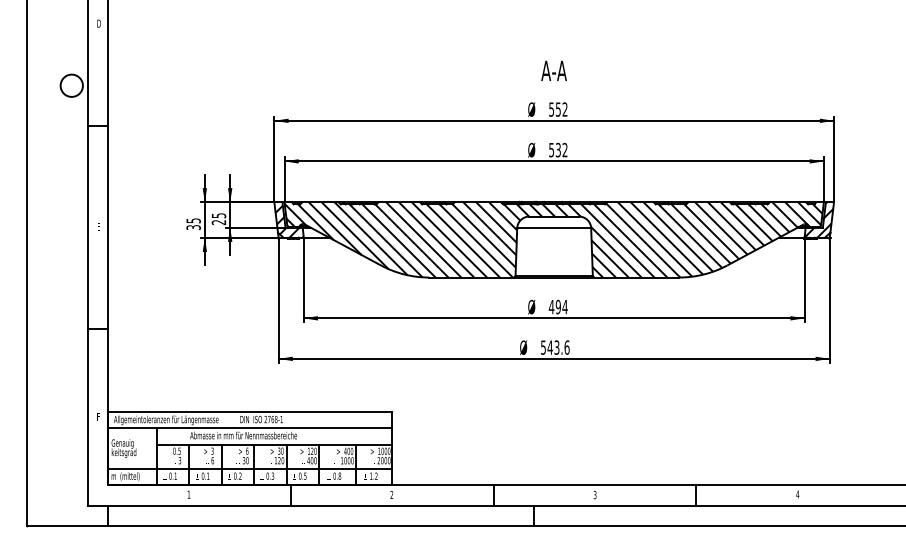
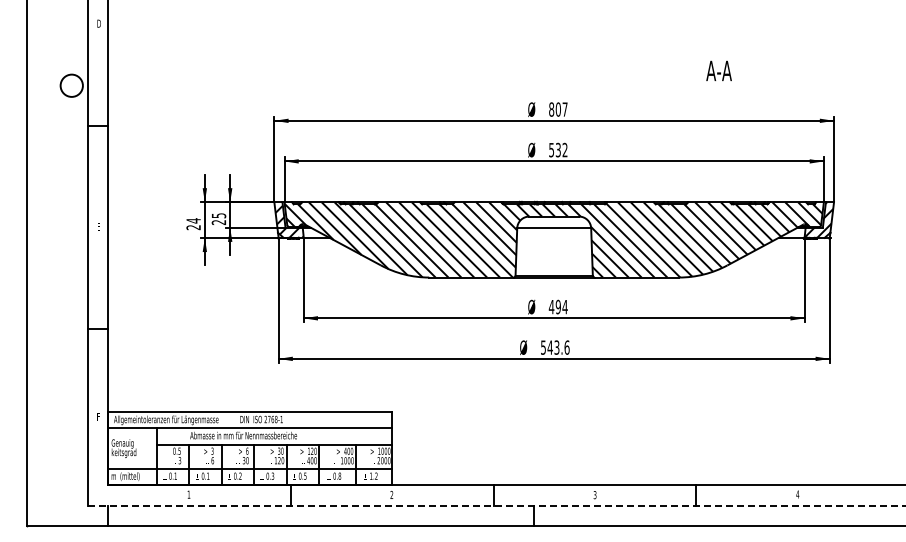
text at (553, 70) position: (553, 70) -> (718, 70)
text at (558, 109): 552 -> 807
text at (193, 224): 35 -> 24
line at (496, 505): solid -> dashed
